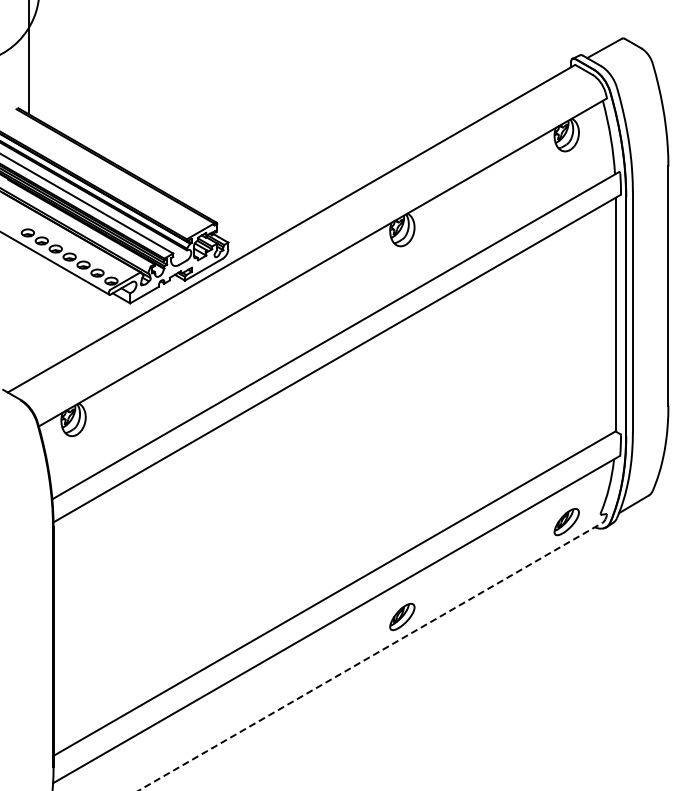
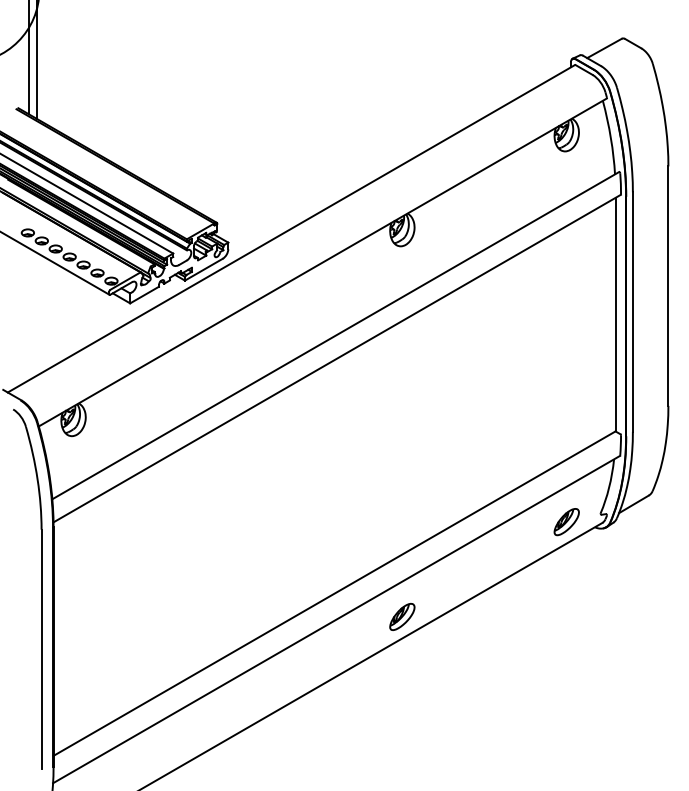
line at (37, 60): none -> present
part at (41, 589): none -> present
line at (370, 656): dashed -> solid
